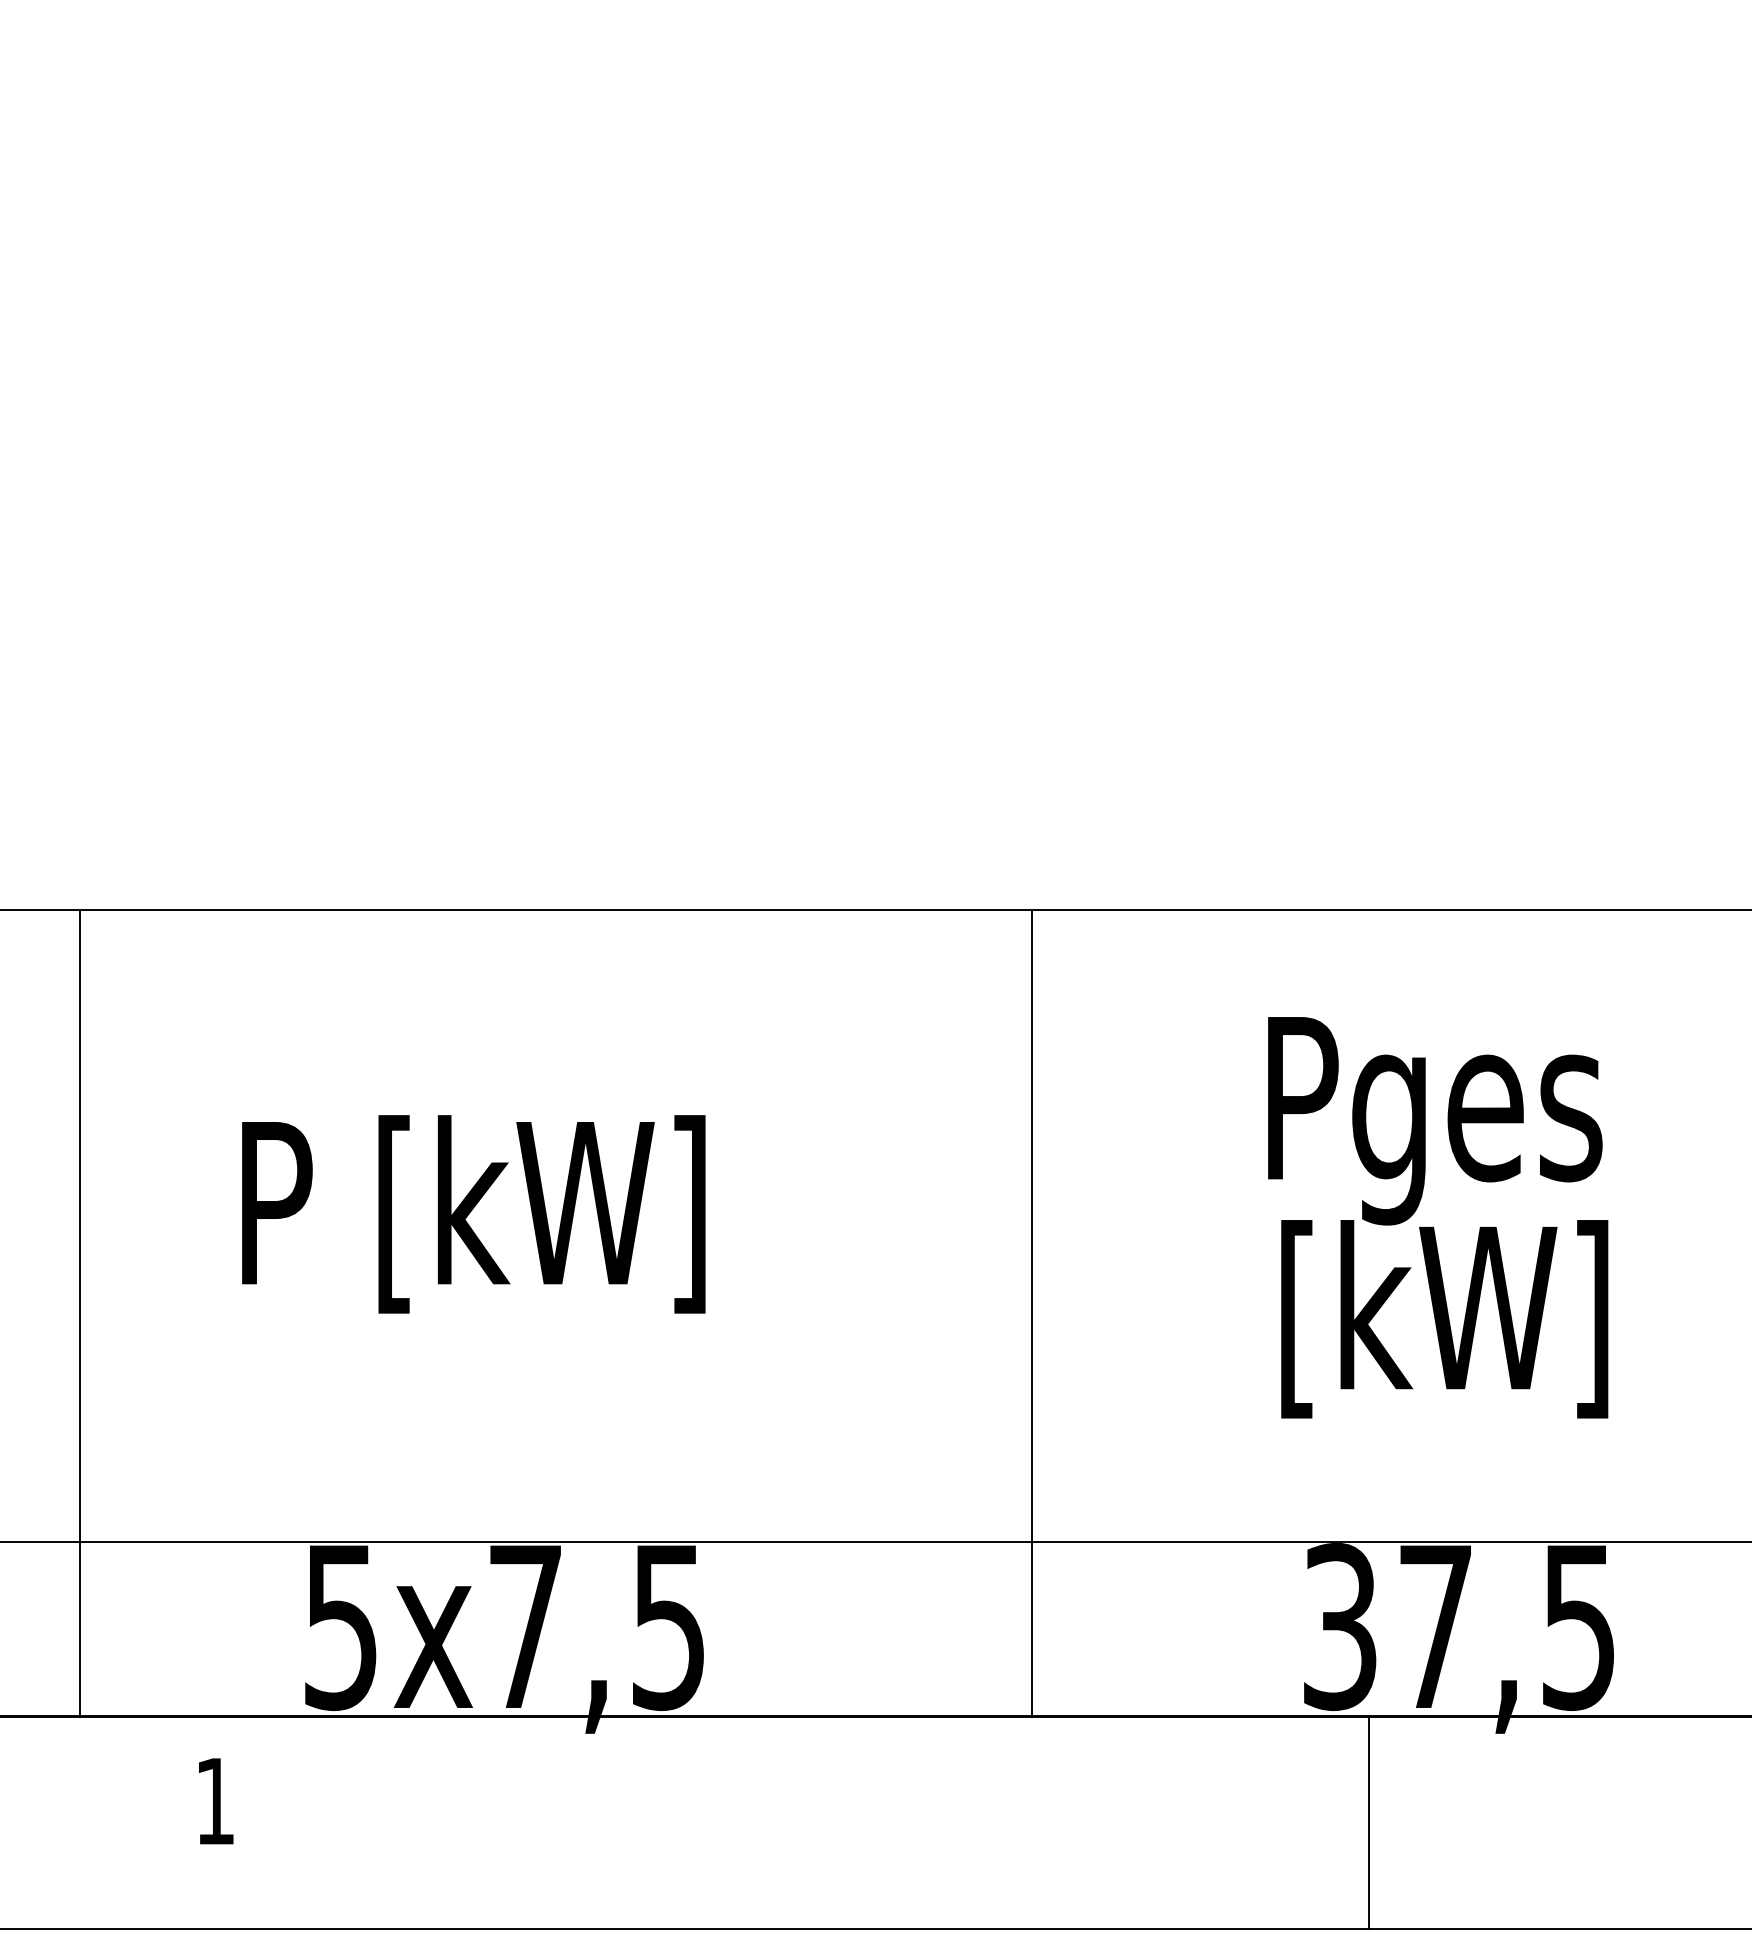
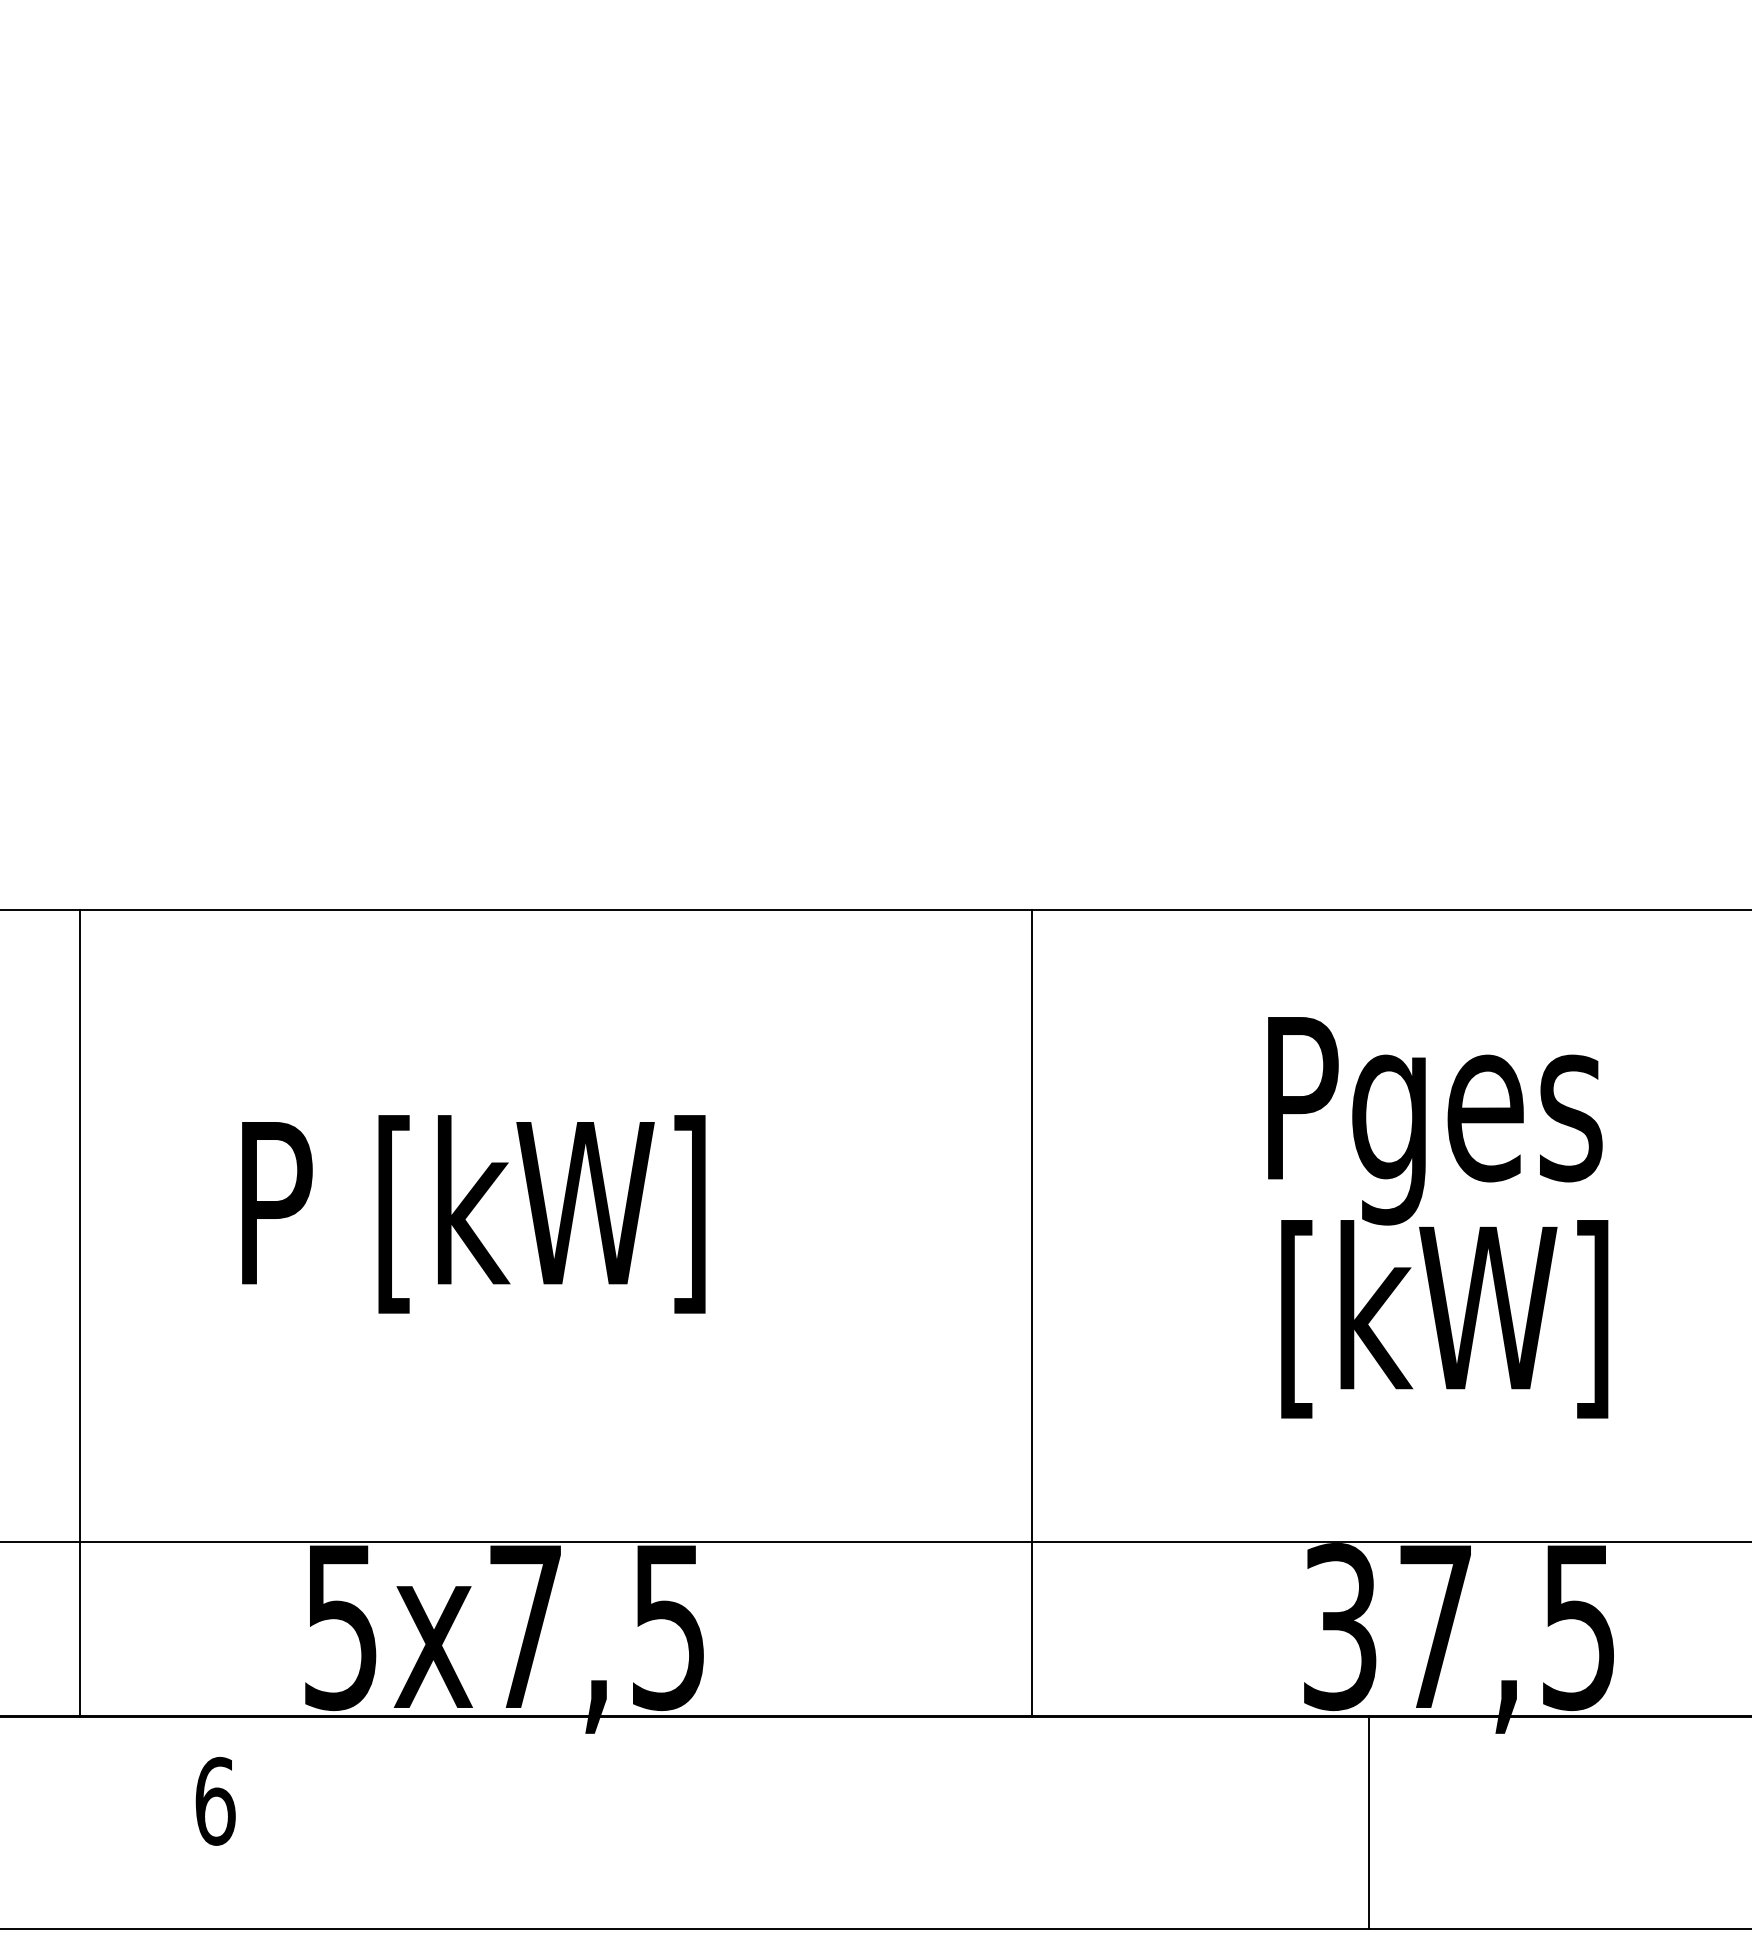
text at (215, 1800): 1 -> 6
